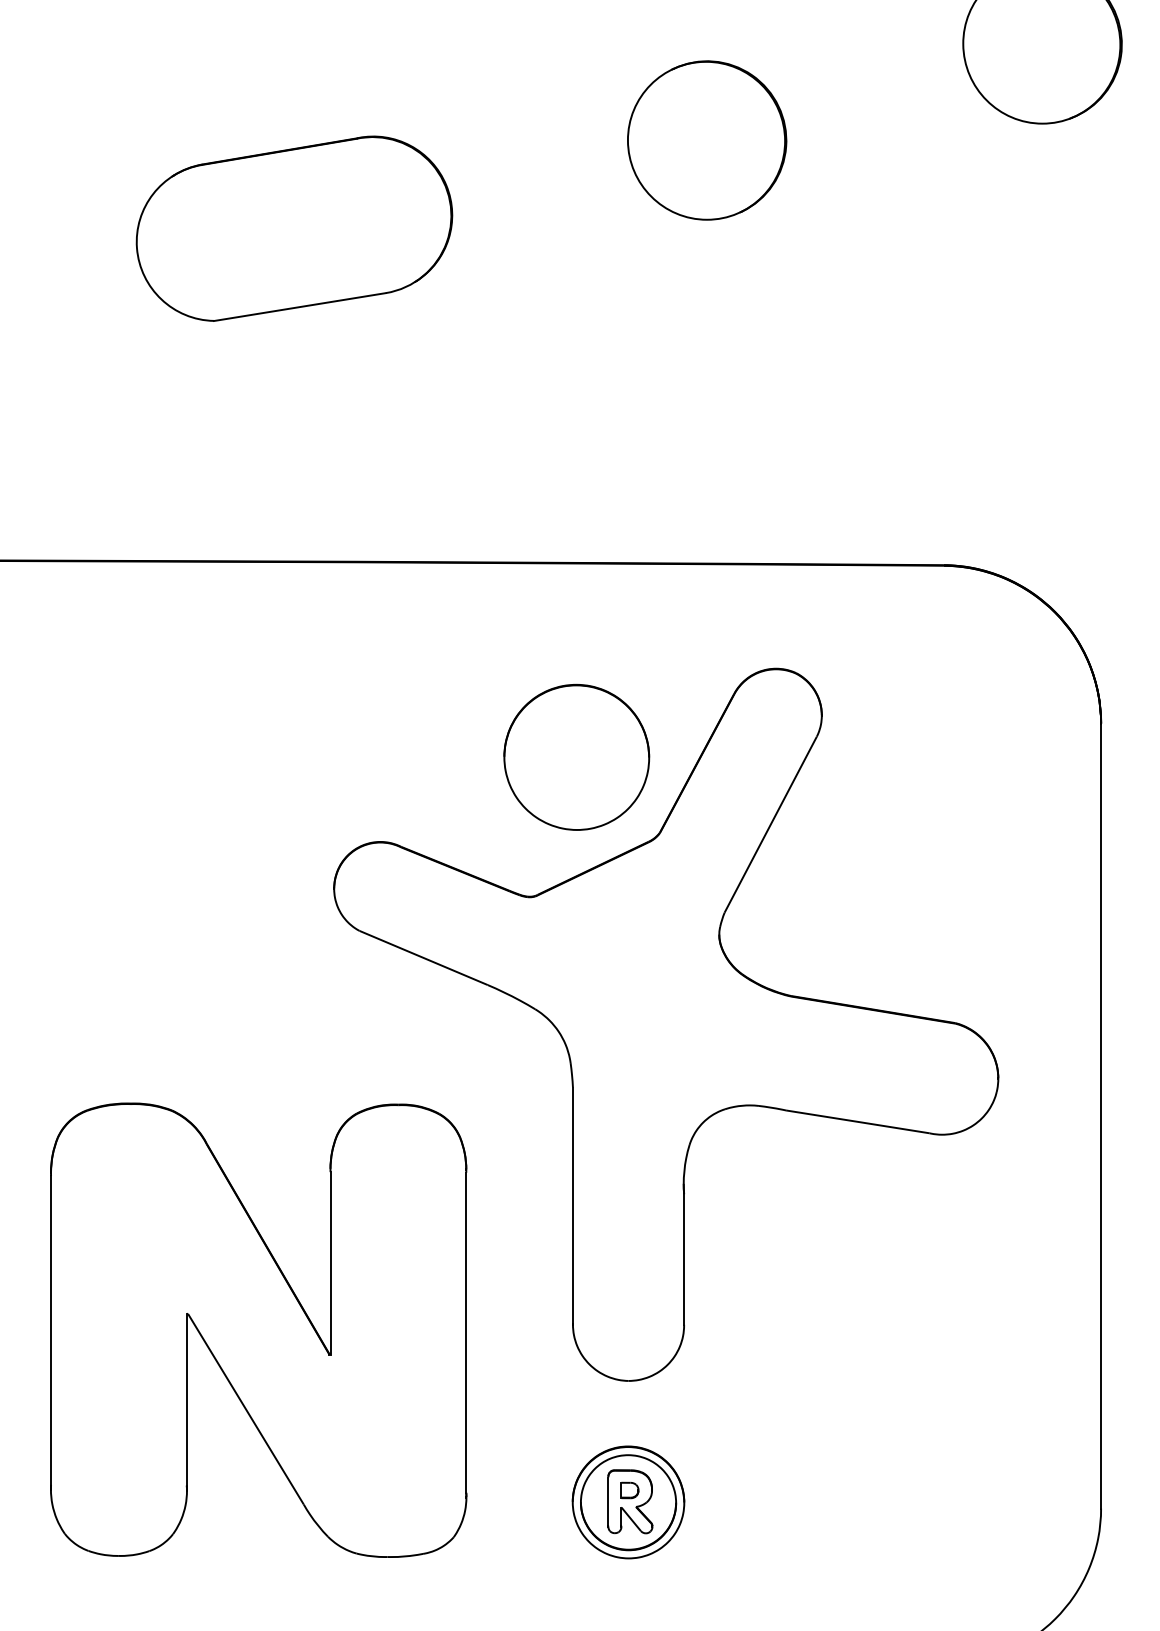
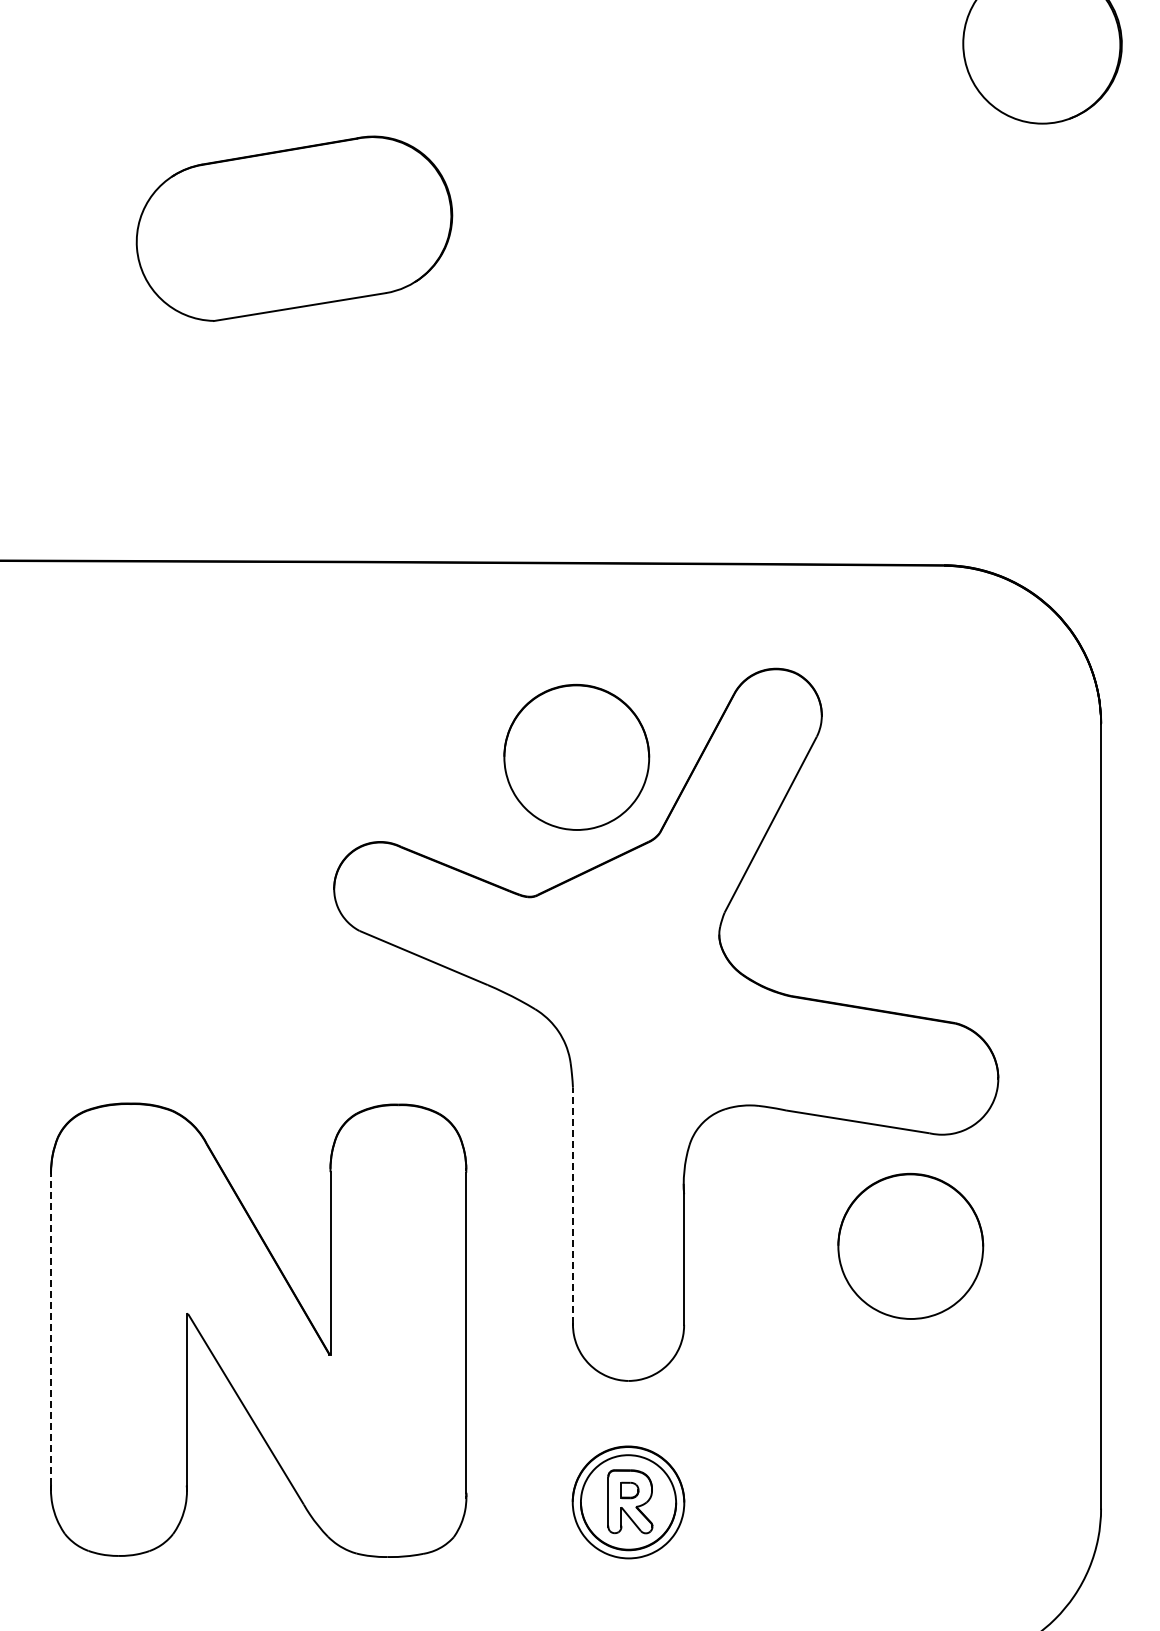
part at (707, 140): present -> none
line at (572, 1205): solid -> dashed
part at (910, 1245): none -> present
line at (51, 1330): solid -> dashed
